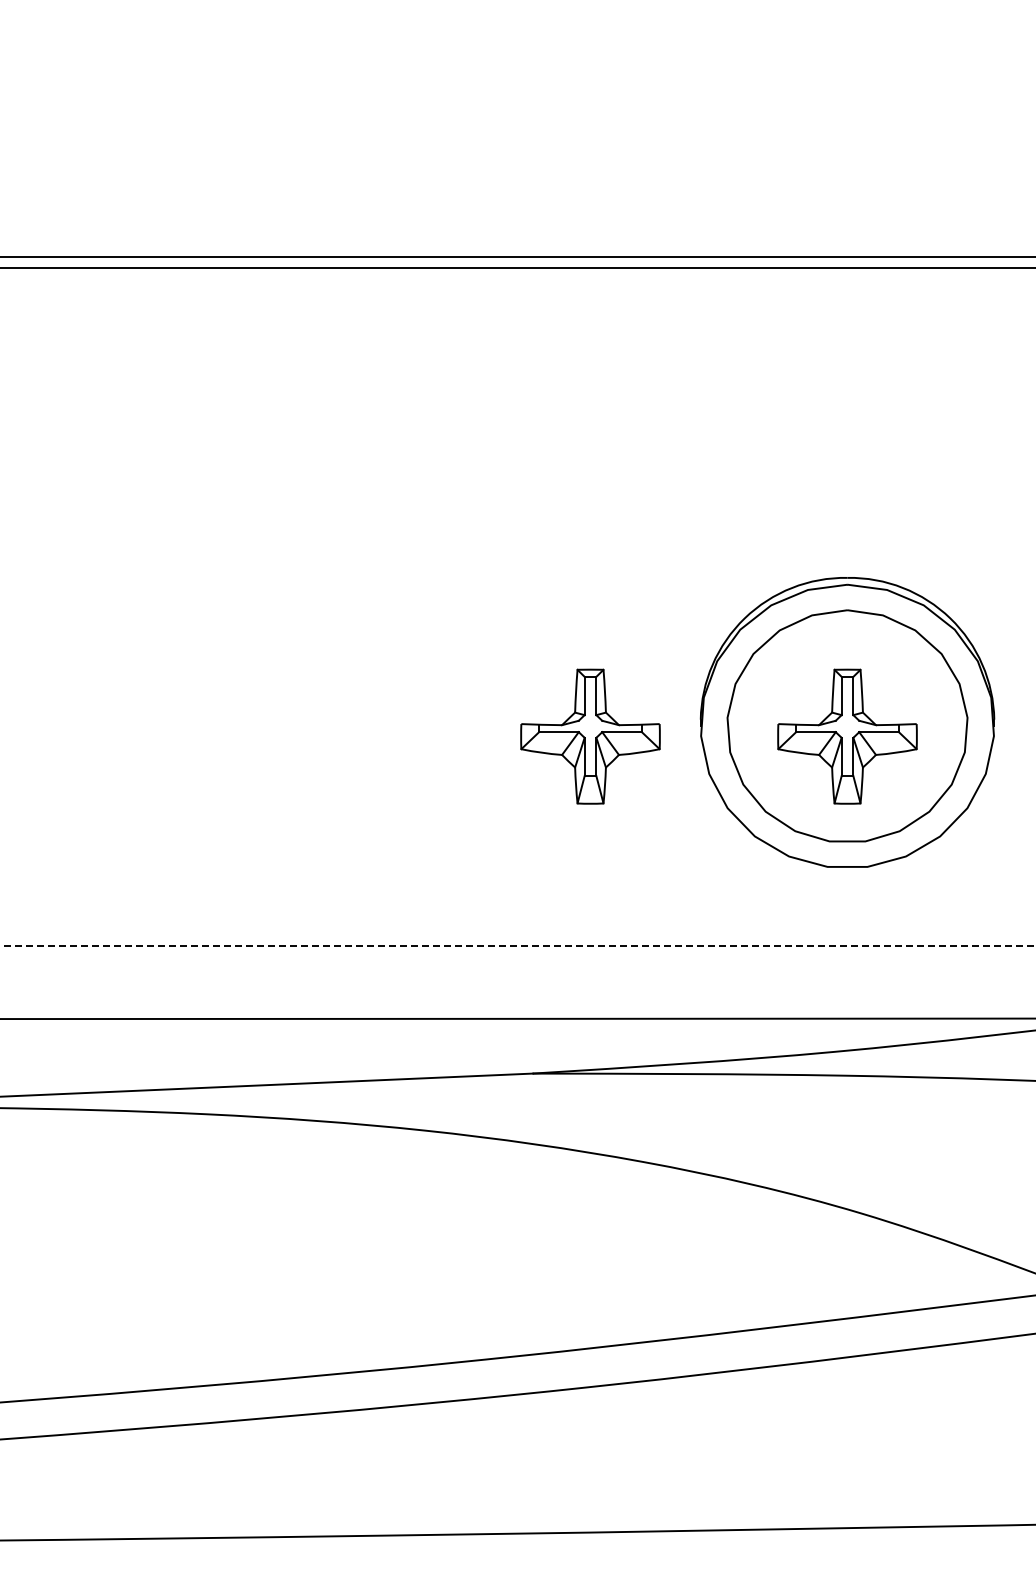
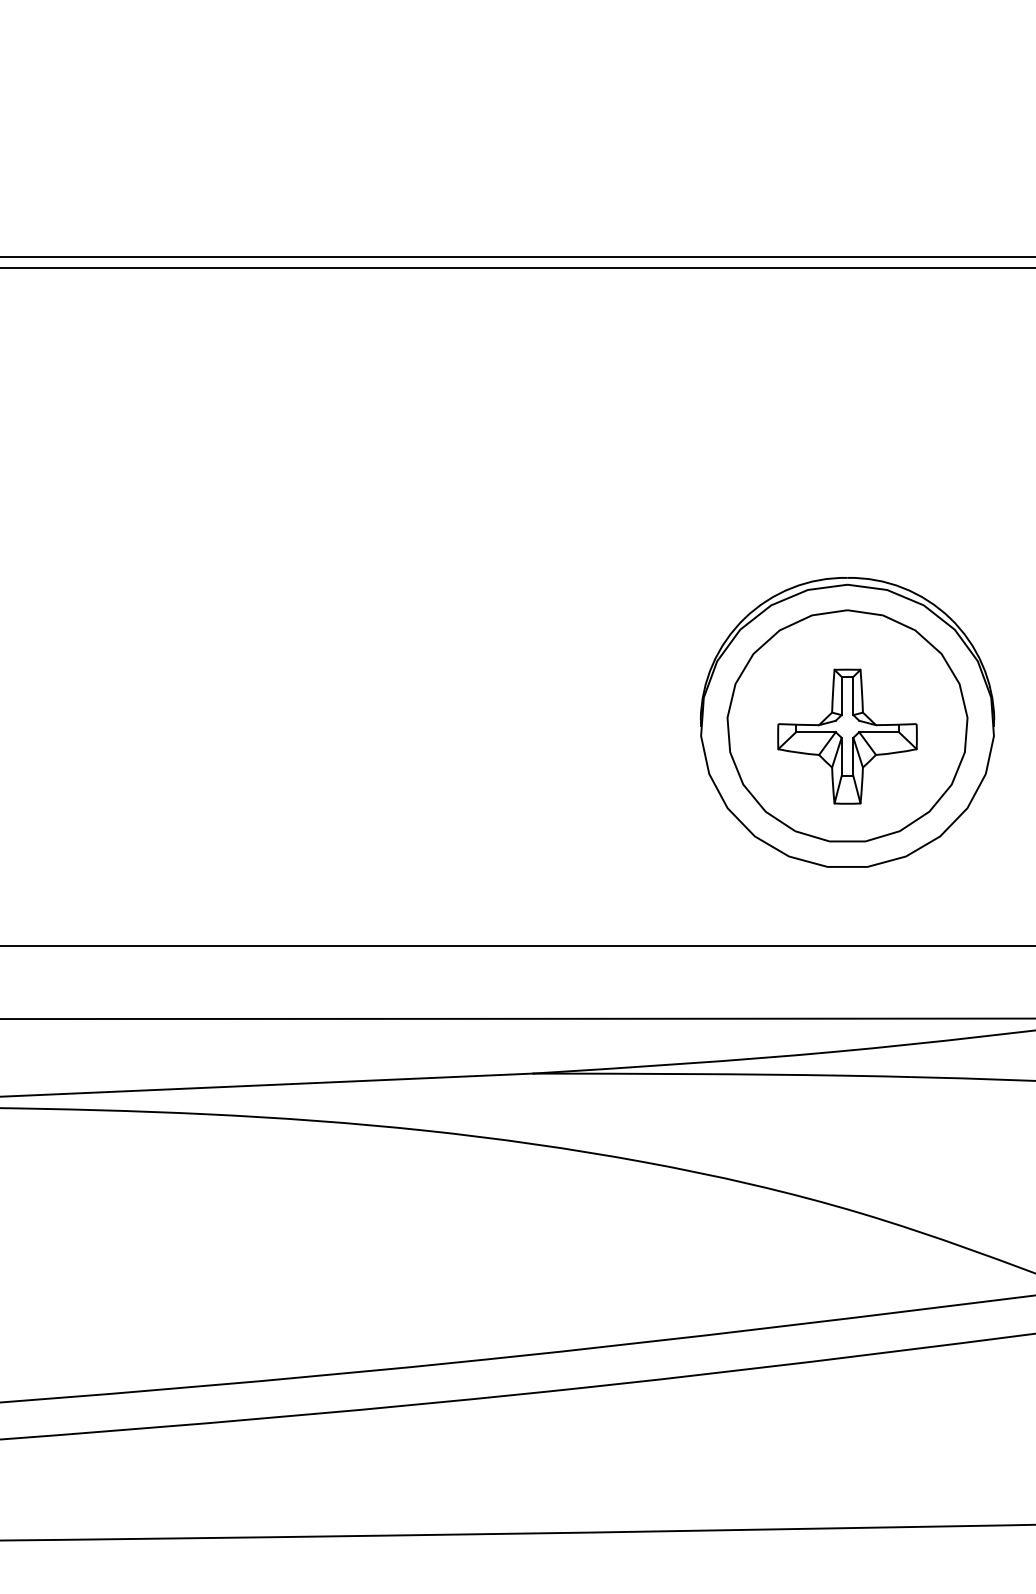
part at (590, 736): present -> none
line at (517, 946): dashed -> solid
